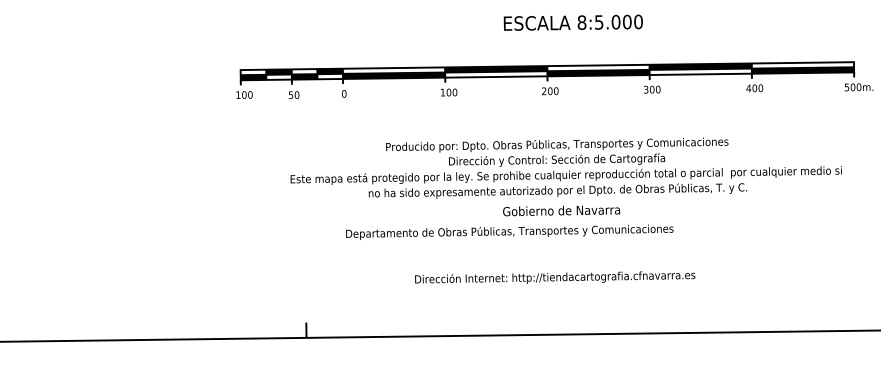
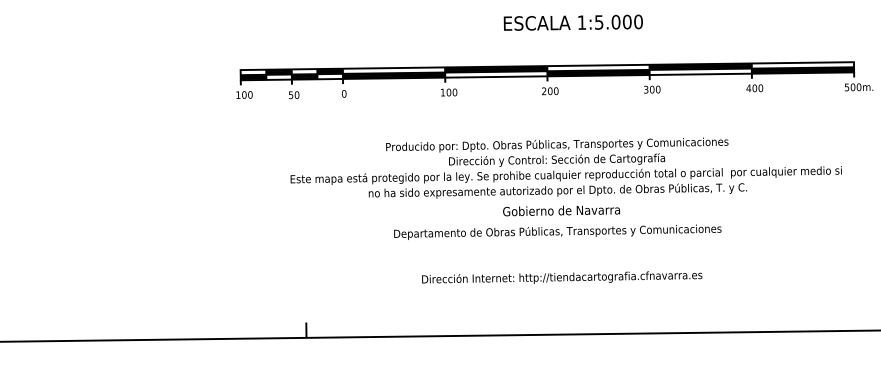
text at (581, 22): 8:5.000 -> 1:5.000
text at (509, 231) position: (509, 231) -> (557, 231)
text at (555, 277) position: (555, 277) -> (562, 277)
